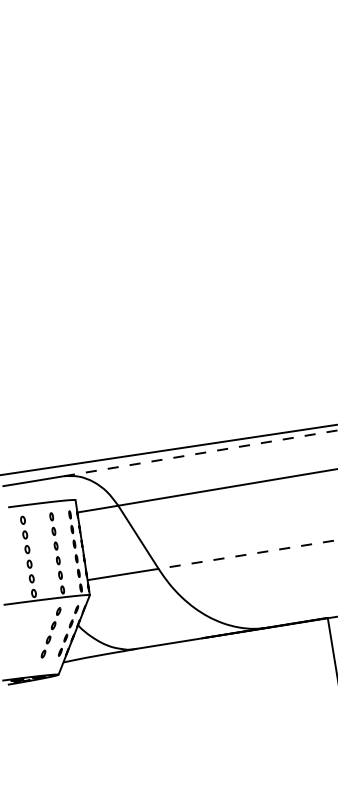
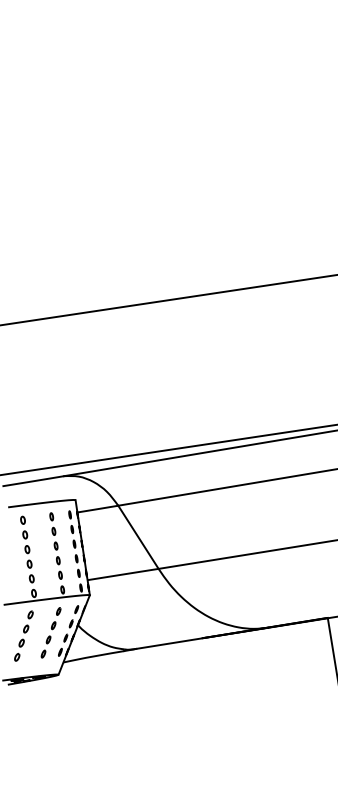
line at (168, 300): none -> present
line at (200, 453): dashed -> solid
line at (247, 554): dashed -> solid
part at (23, 635): none -> present
